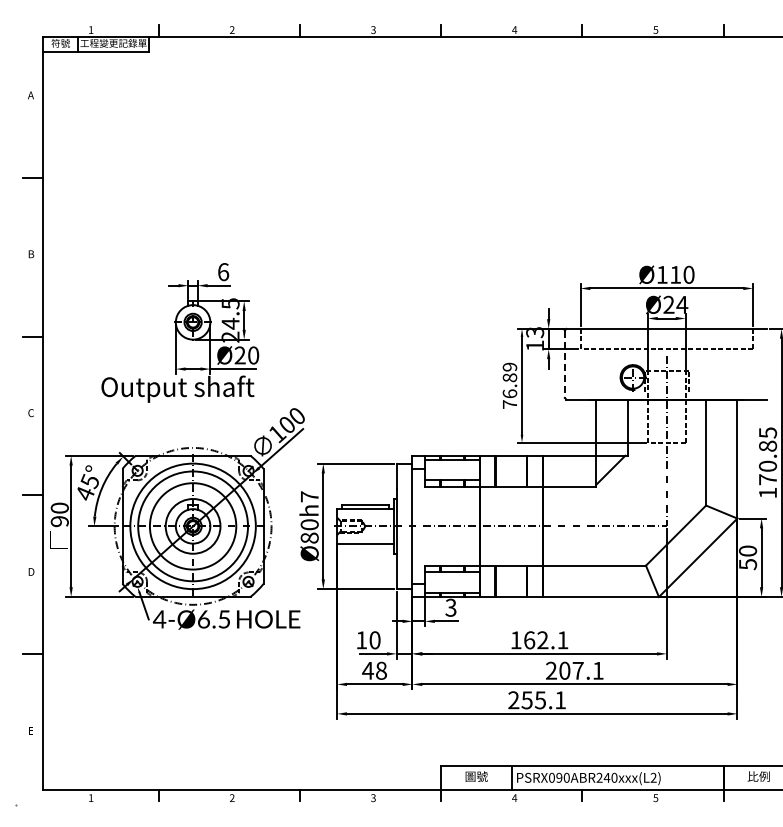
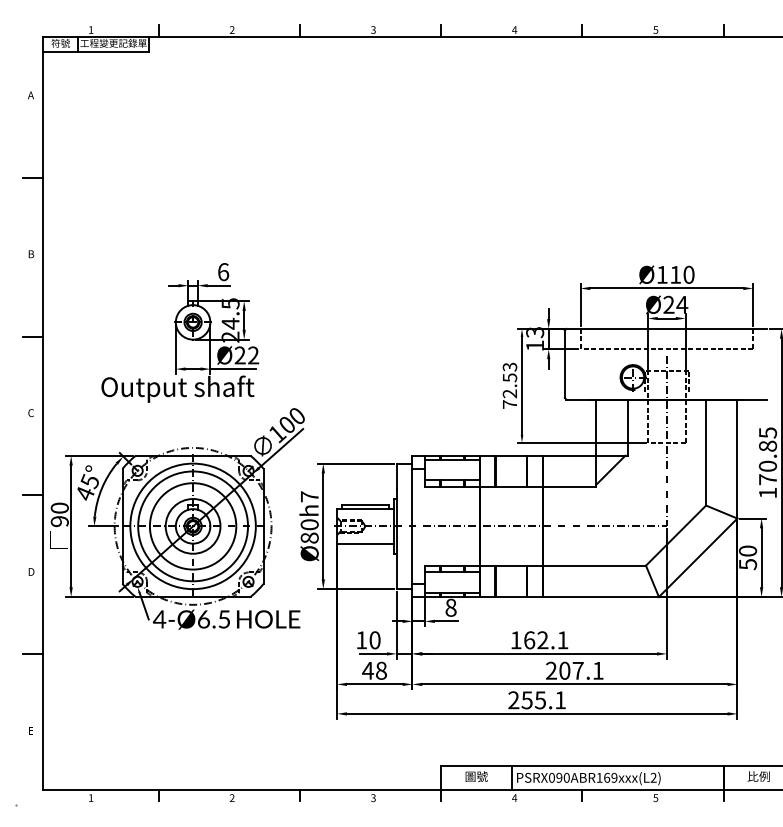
text at (253, 355): Ø20 -> Ø22
line at (564, 364): dashed -> solid
text at (509, 380): 76.89 -> 72.53
text at (450, 607): 3 -> 8
text at (606, 777): PSRX090ABR240xxx(L2) -> PSRX090ABR169xxx(L2)
